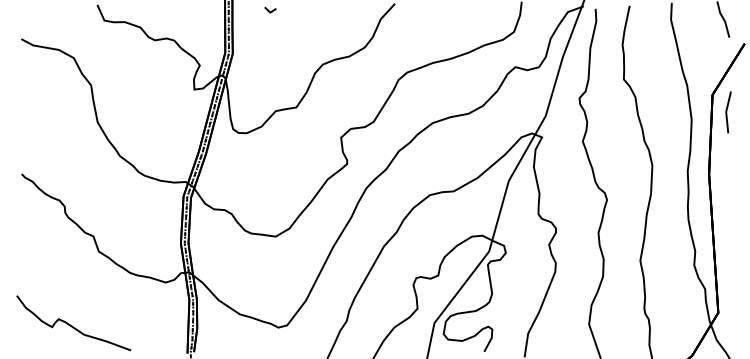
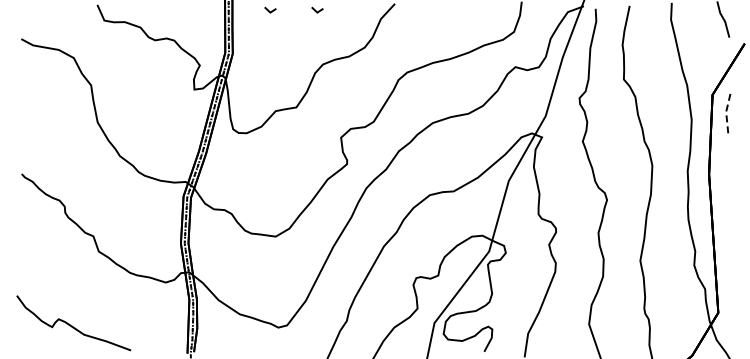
line at (316, 10): none -> present
line at (726, 111): solid -> dashed
